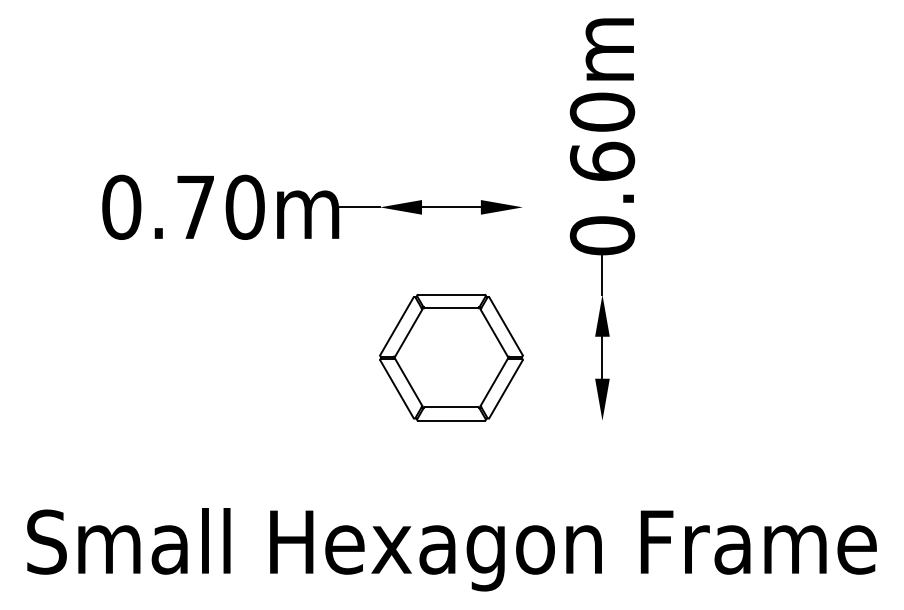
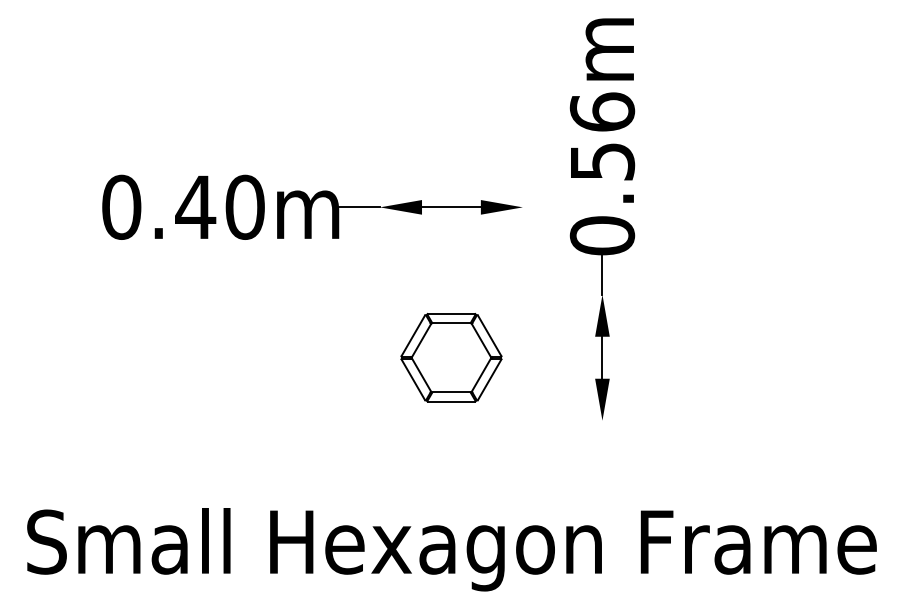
text at (602, 136): 0.60m -> 0.56m
text at (195, 206): 0.70m -> 0.40m
part at (451, 357) size: 145x128 px -> 103x90 px
